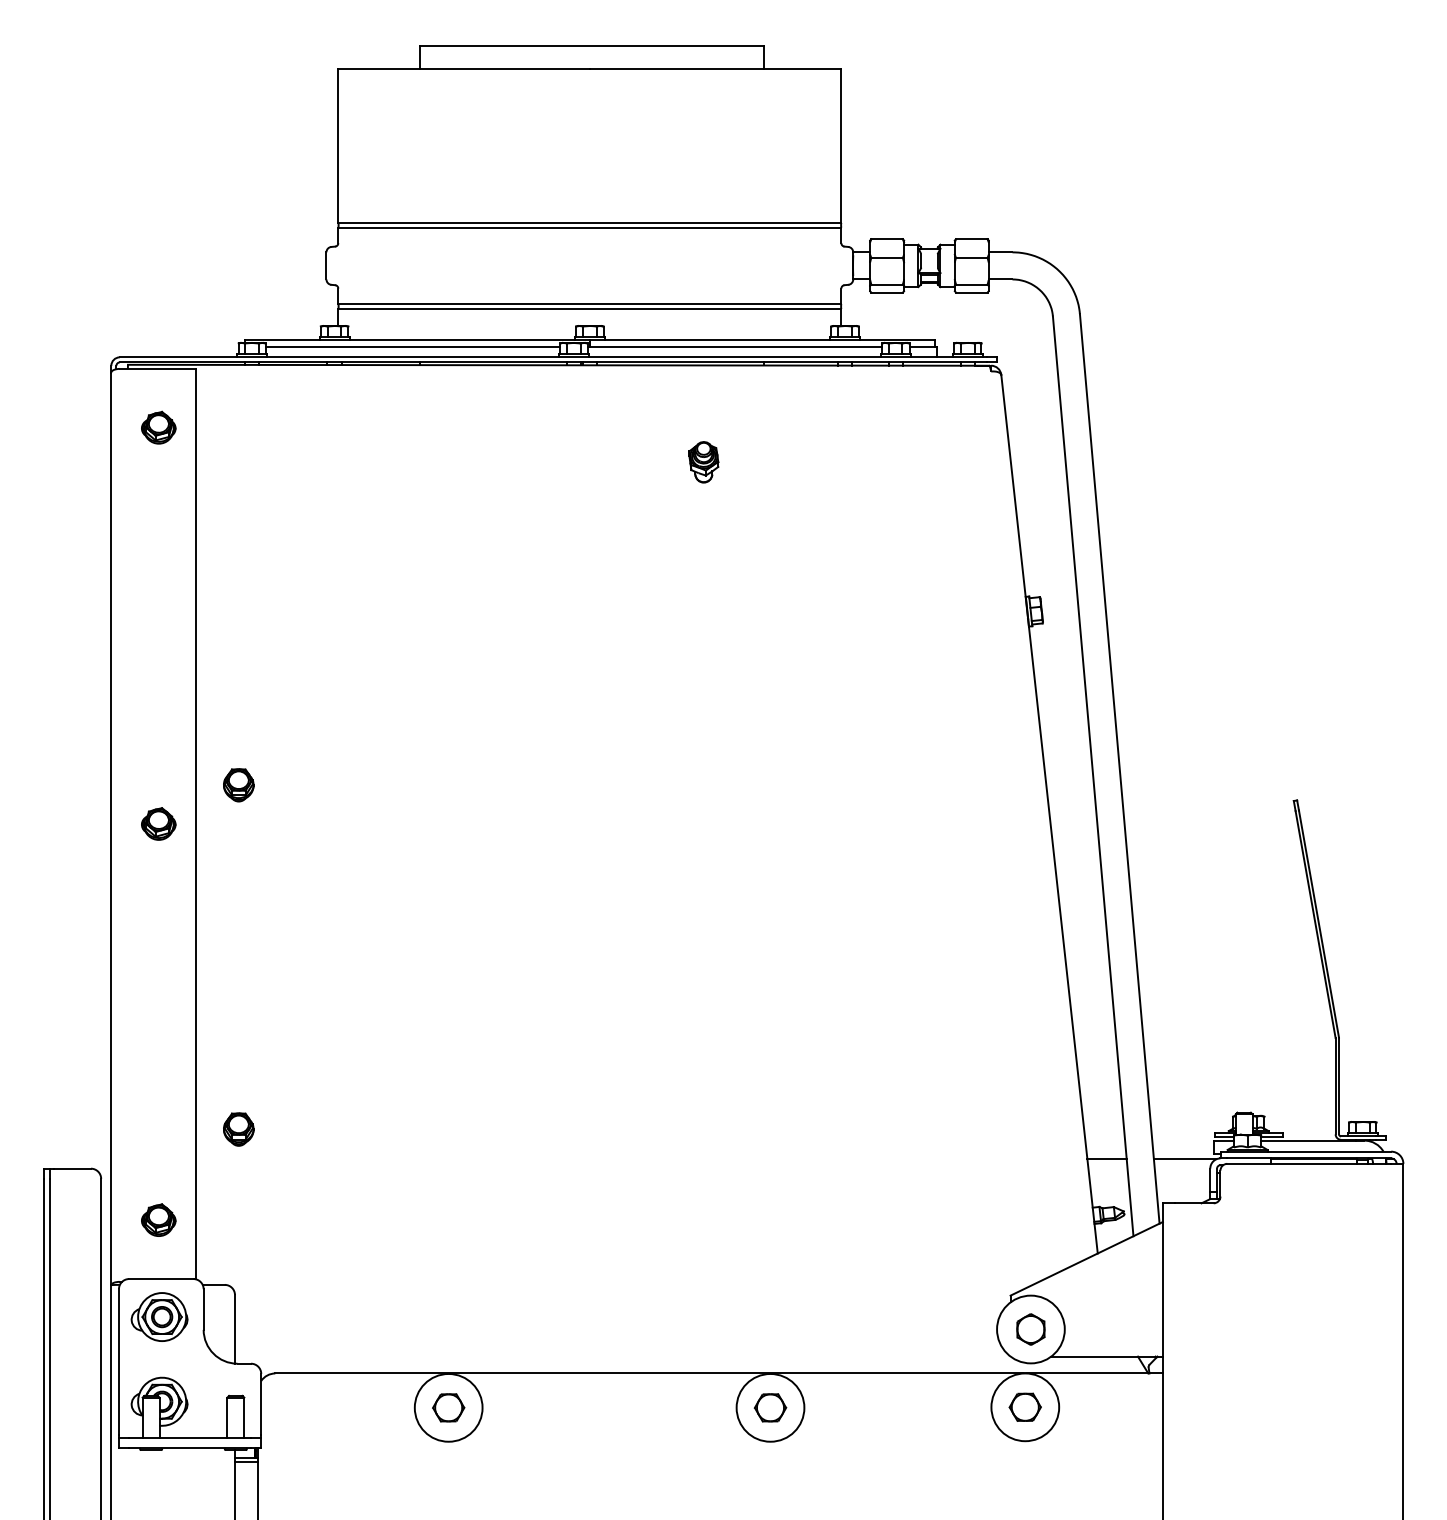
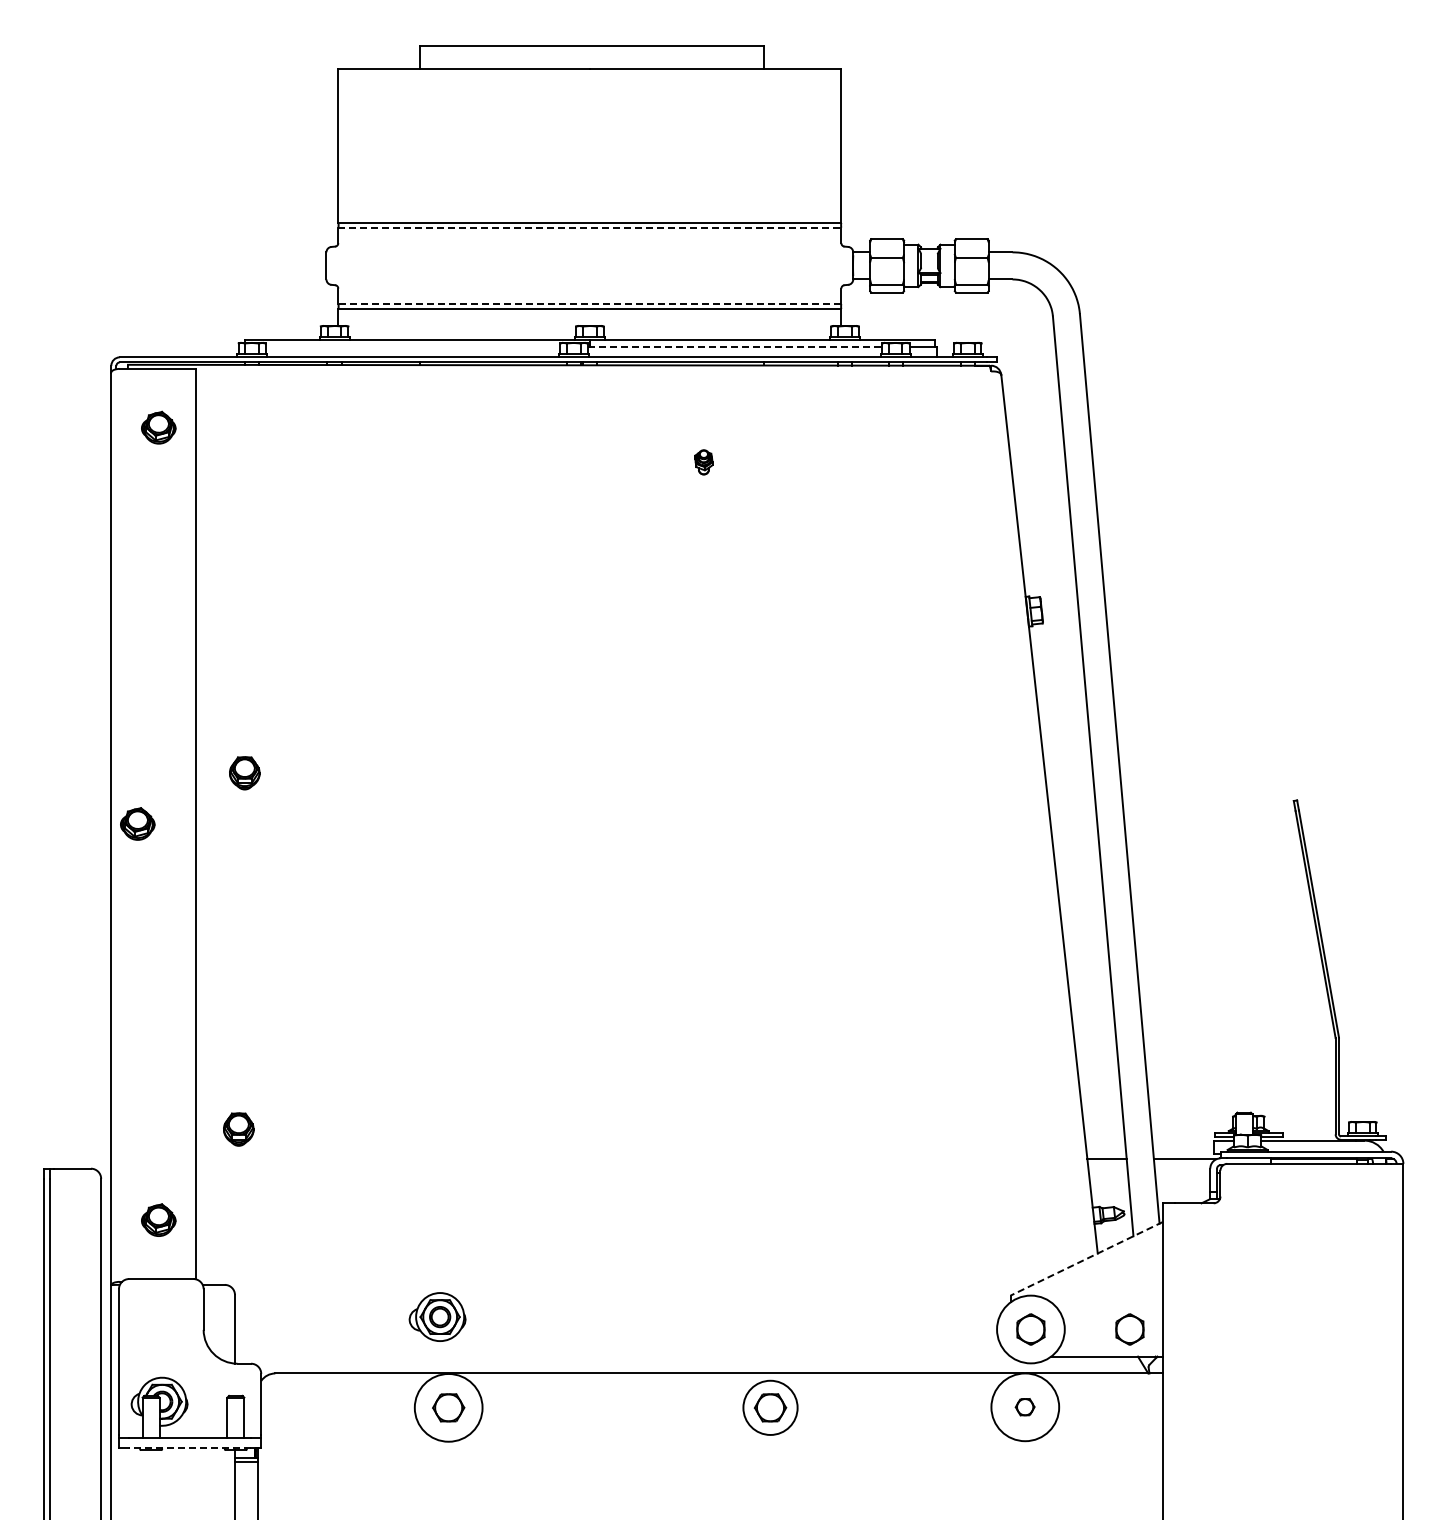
line at (589, 227): solid -> dashed
line at (589, 304): solid -> dashed
line at (412, 347): present -> none
line at (735, 347): solid -> dashed
part at (703, 462) size: 32x43 px -> 20x27 px
part at (238, 785) position: (238, 785) -> (244, 773)
part at (158, 823) position: (158, 823) -> (137, 823)
line at (1086, 1258): solid -> dashed
part at (159, 1316) position: (159, 1316) -> (437, 1316)
part at (1129, 1329): none -> present
part at (1024, 1406) size: 34x30 px -> 22x19 px
circle at (770, 1407) diameter: 68 px -> 54 px
line at (190, 1448): solid -> dashed
